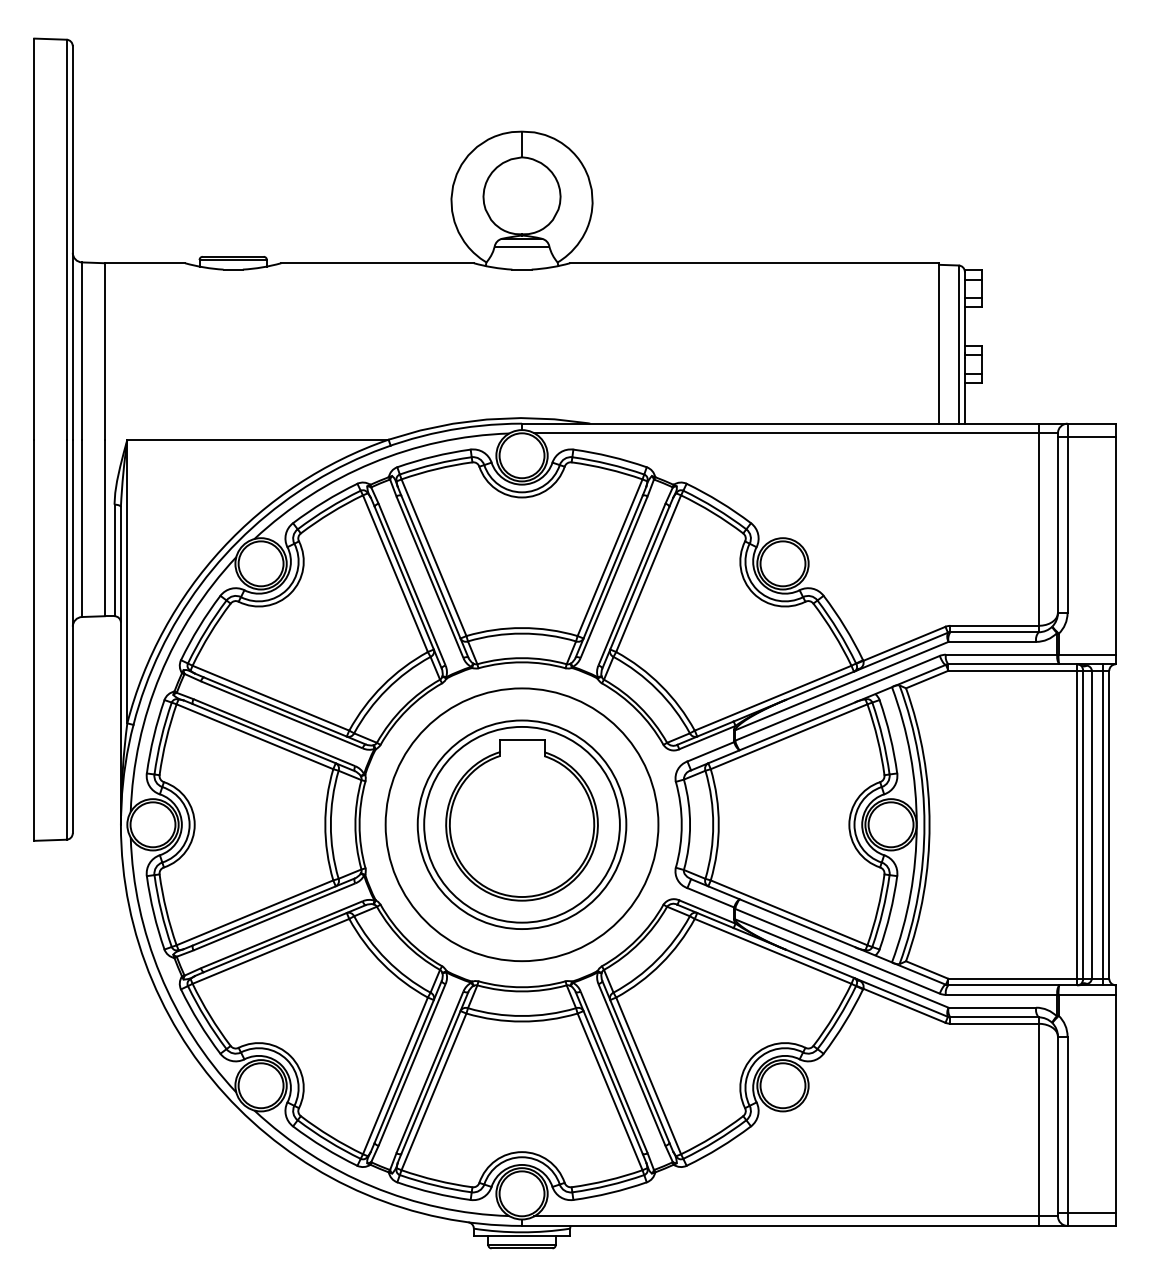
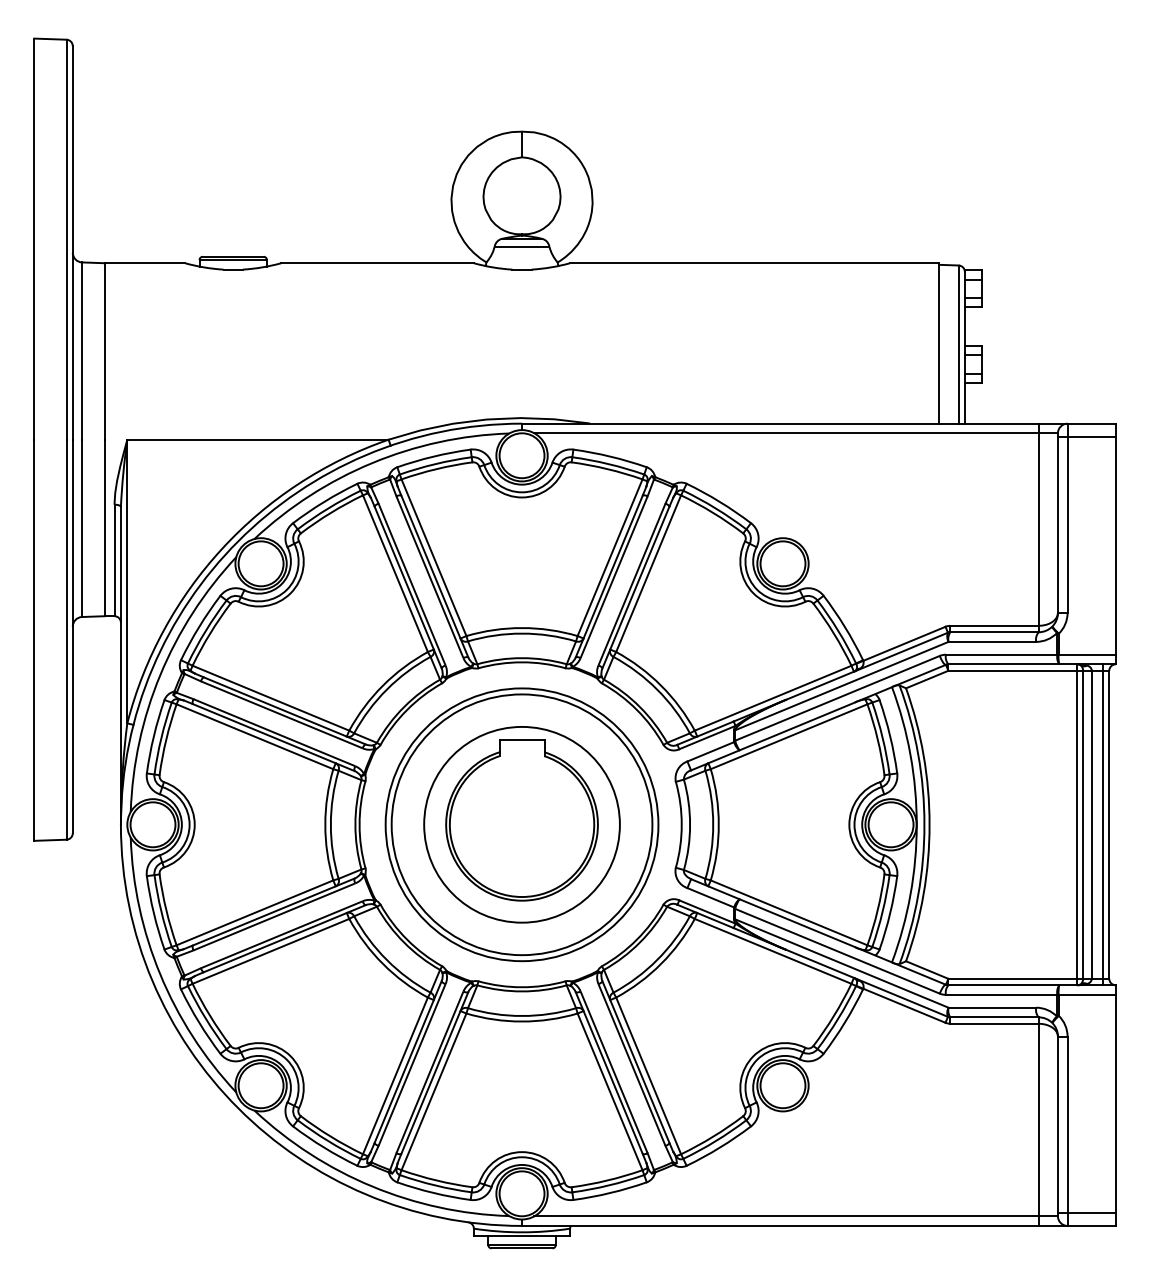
circle at (521, 824) diameter: 209 px -> 261 px
